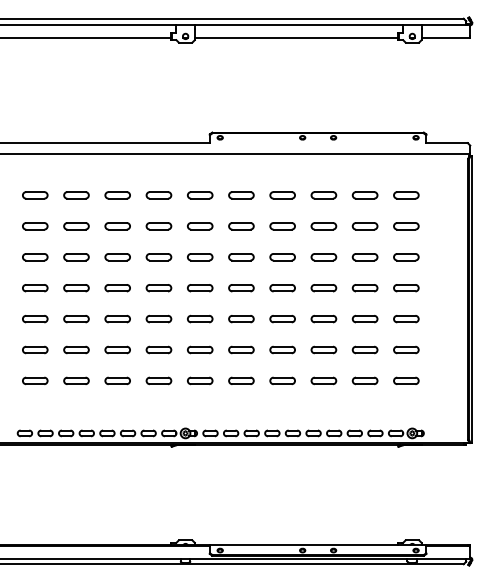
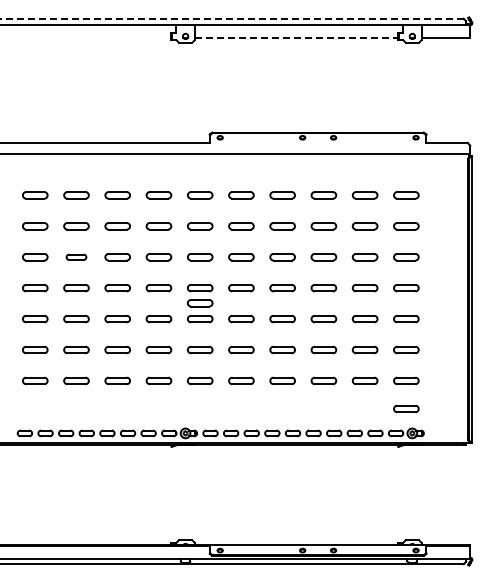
line at (231, 18): solid -> dashed
line at (86, 37): present -> none
line at (296, 37): solid -> dashed
part at (76, 257) size: 27x9 px -> 23x8 px
part at (200, 303): none -> present
part at (406, 408): none -> present
